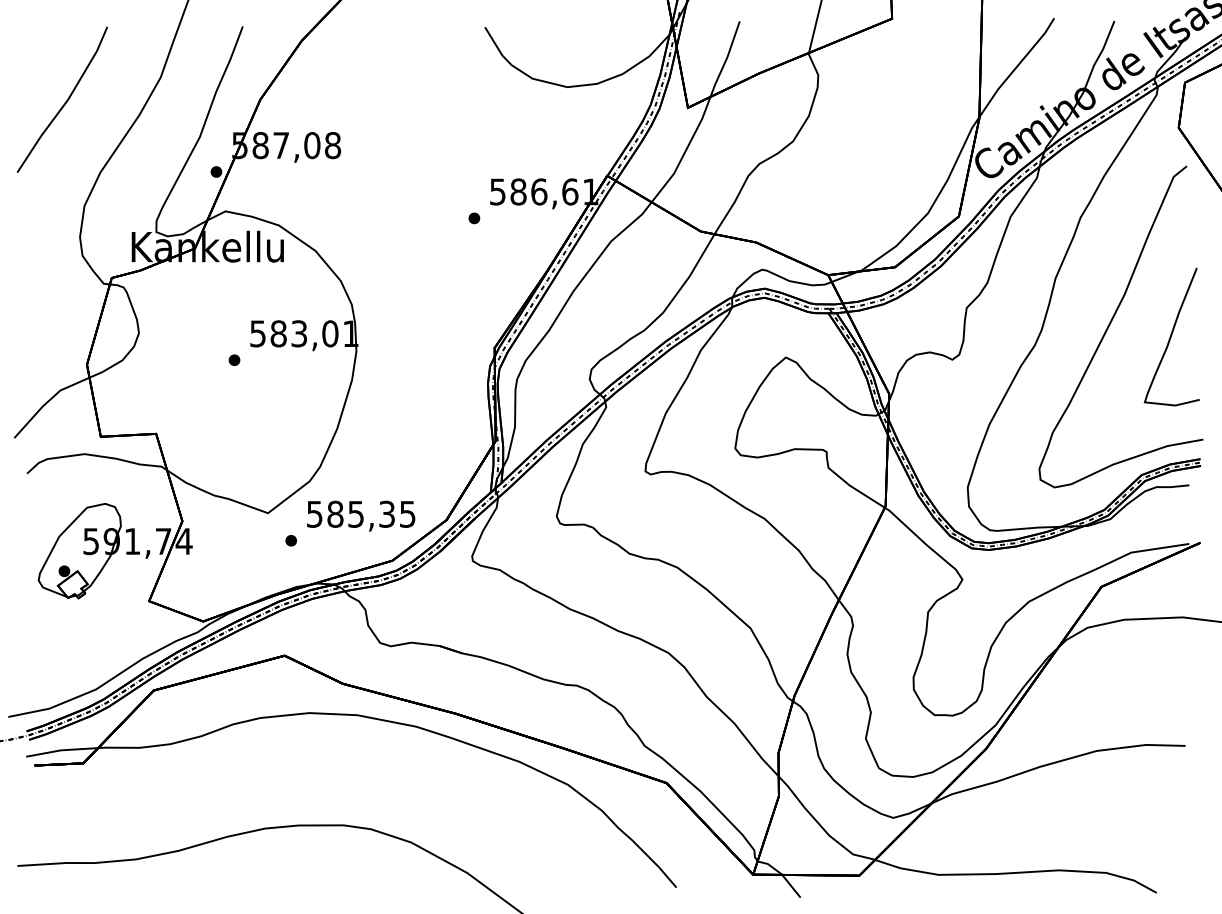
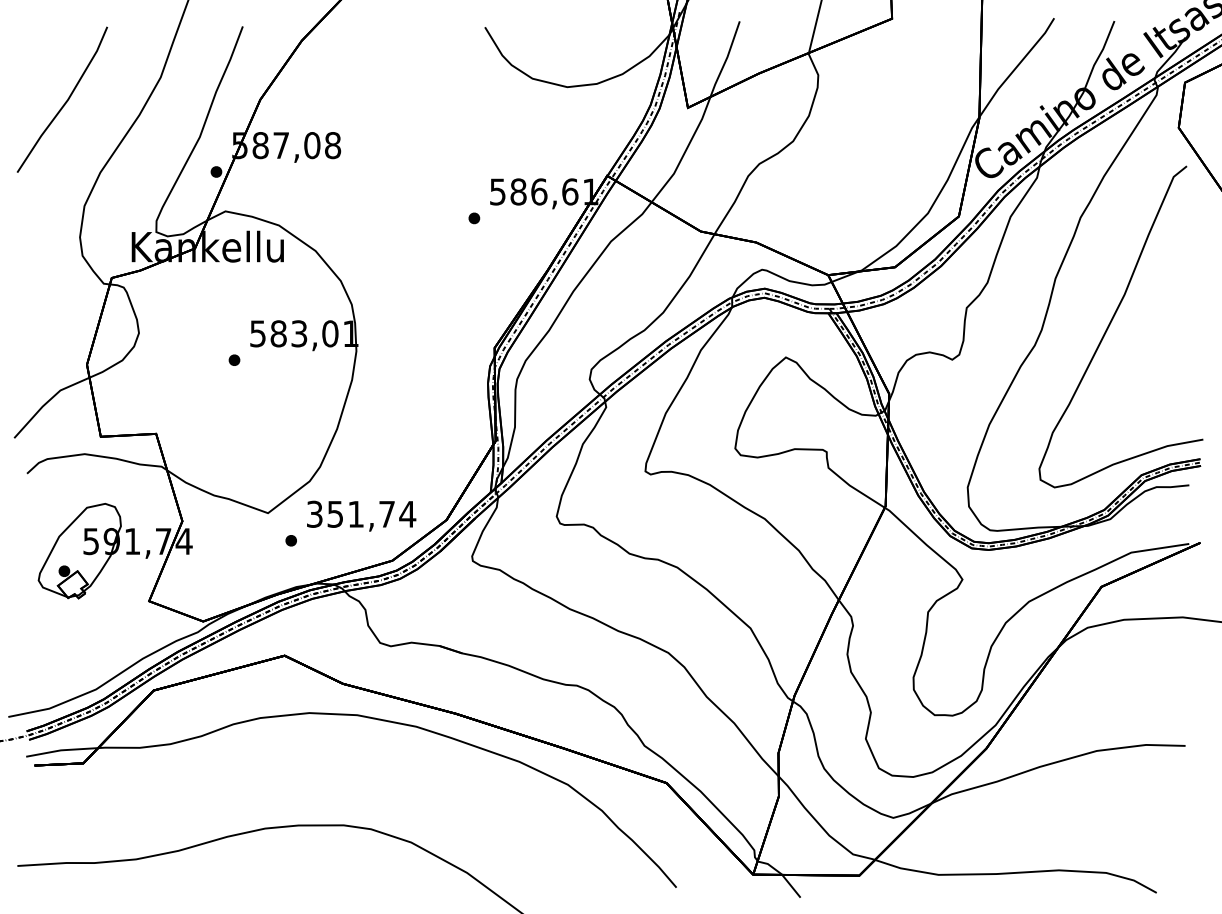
curve at (1171, 336): present -> none
text at (361, 513): 585,35 -> 351,74
